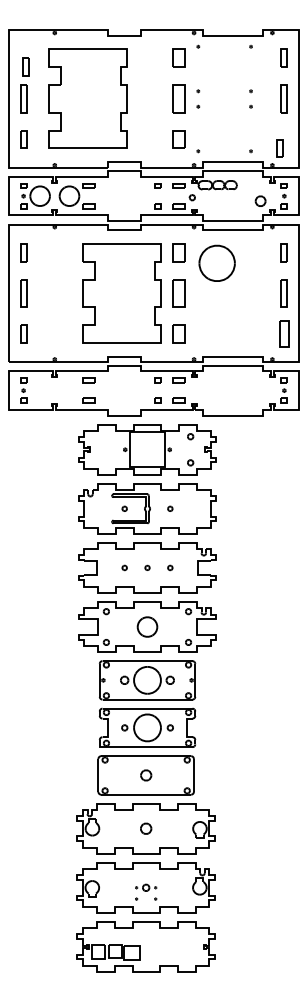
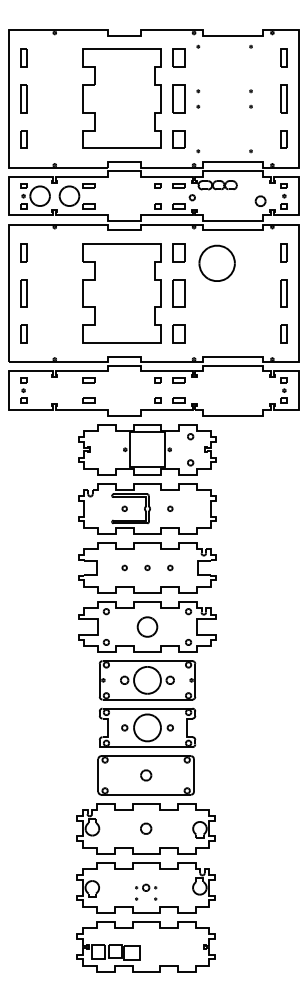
part at (25, 66) position: (25, 66) -> (23, 57)
part at (87, 98) position: (87, 98) -> (121, 98)
part at (279, 148) position: (279, 148) -> (283, 139)
part at (284, 333) size: 11x28 px -> 8x20 px
